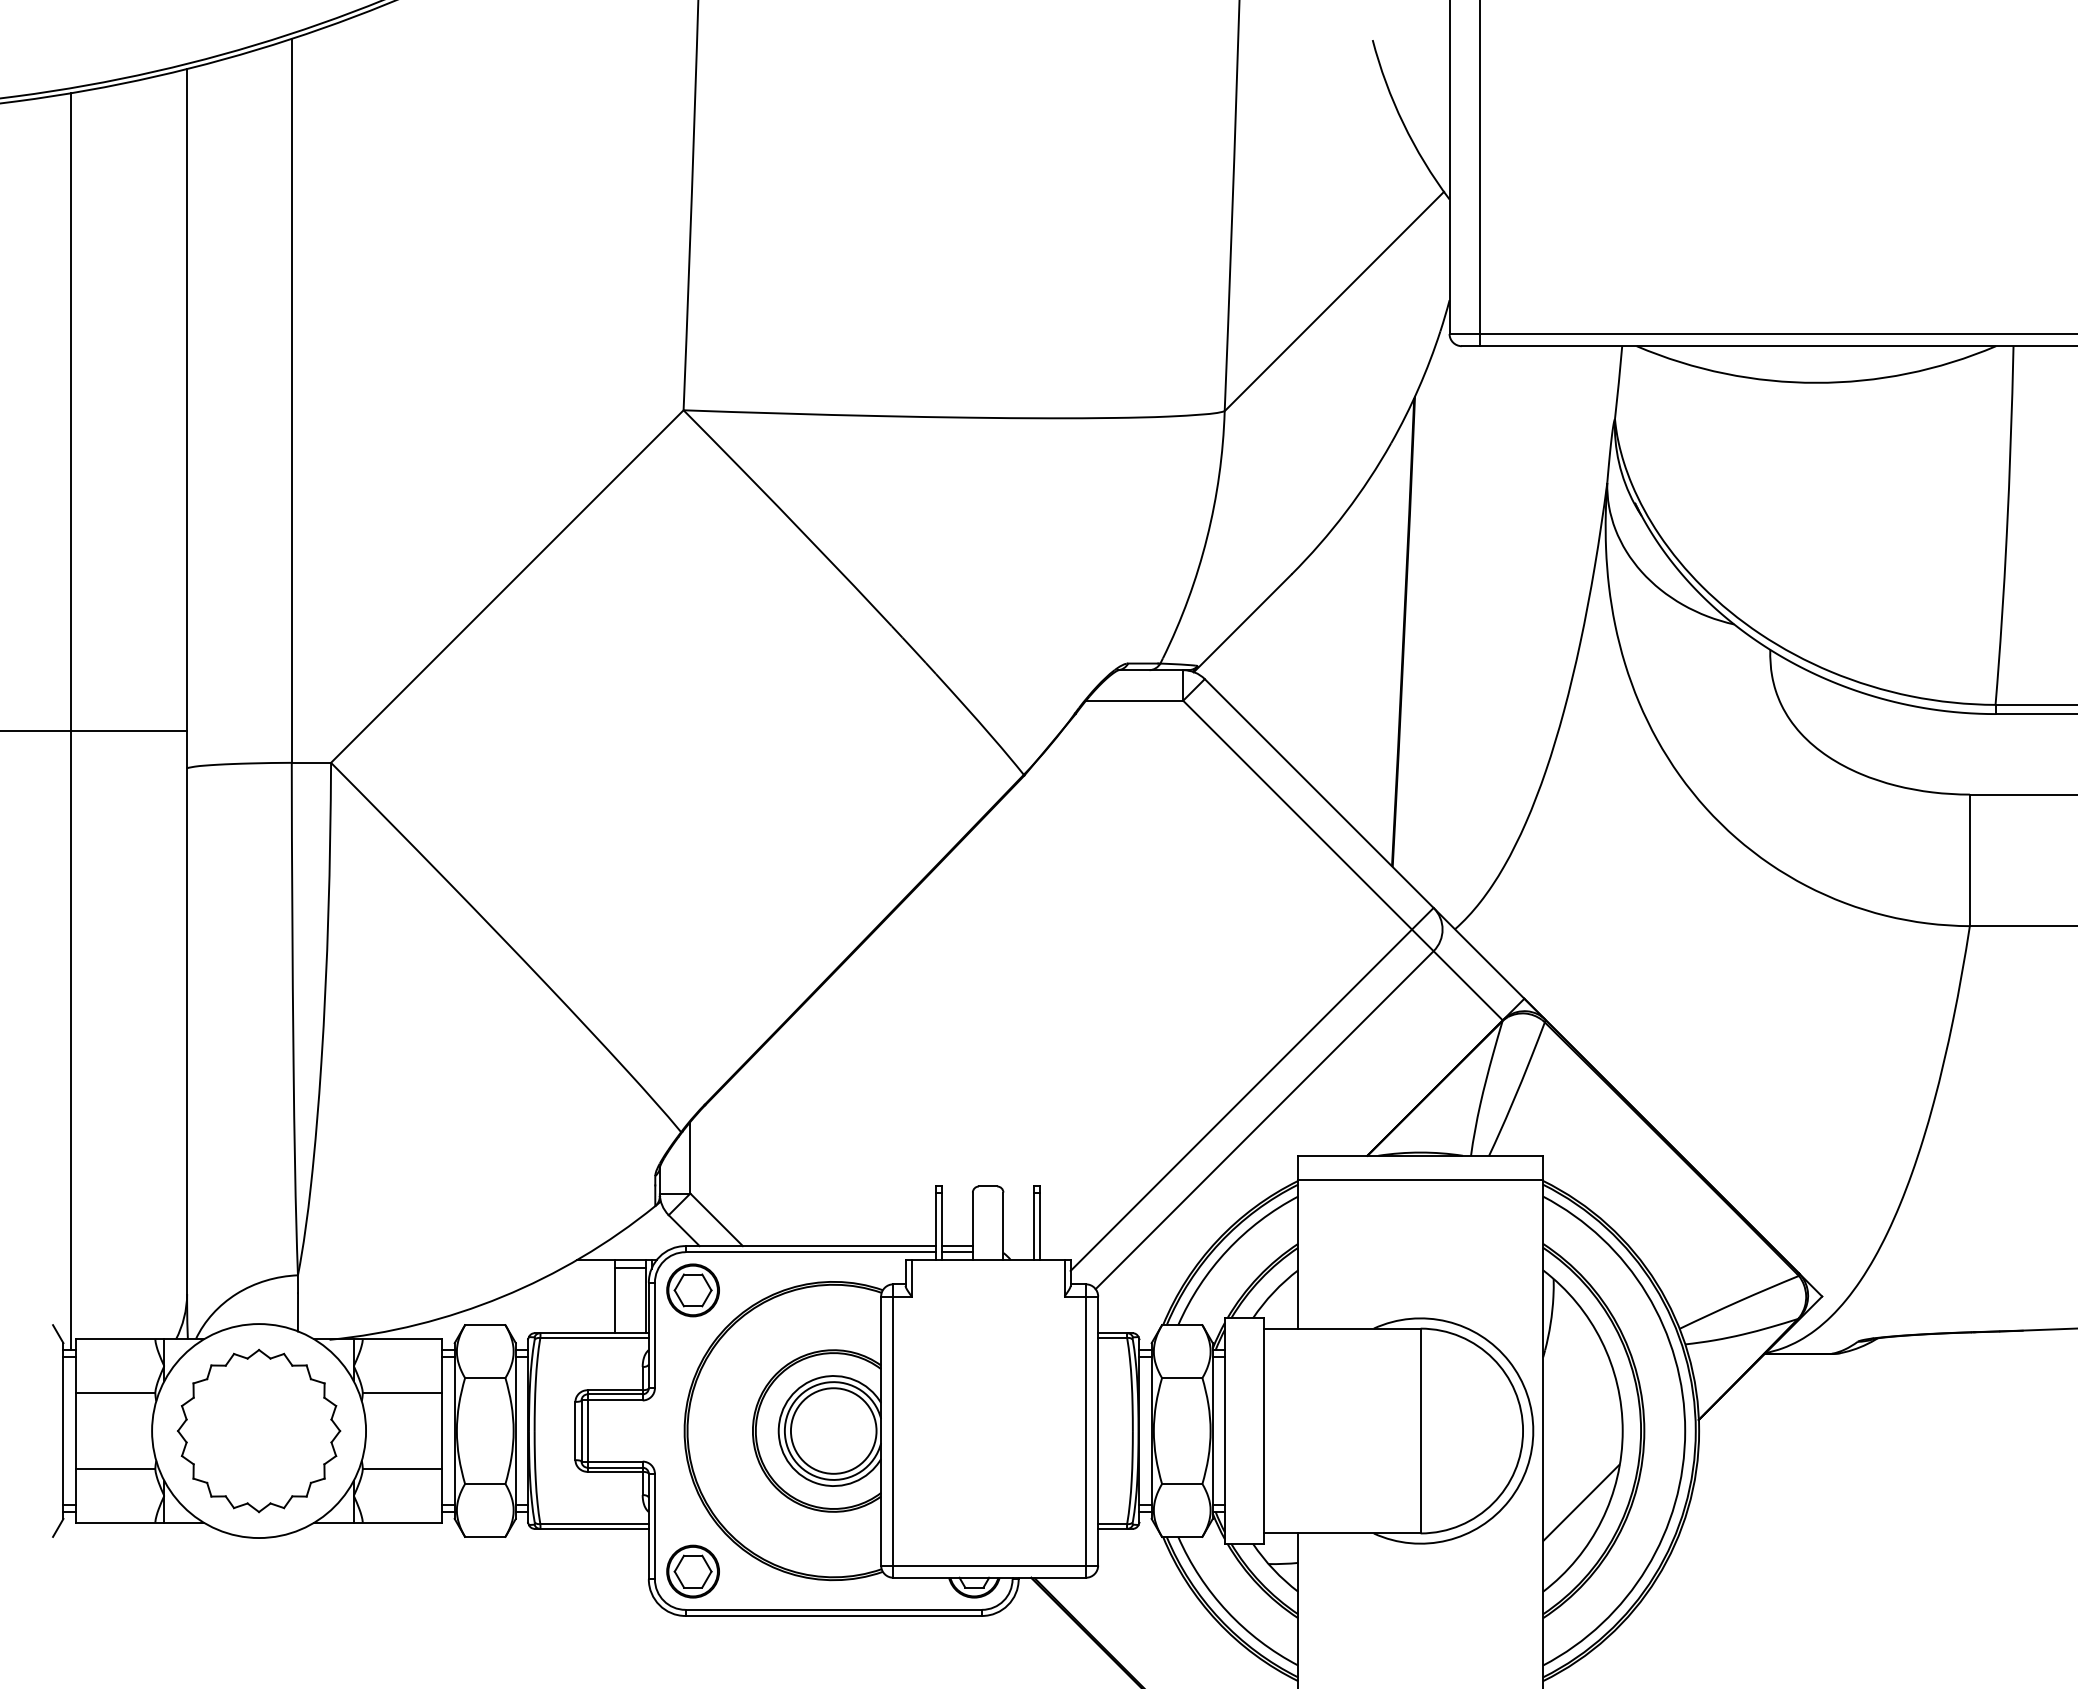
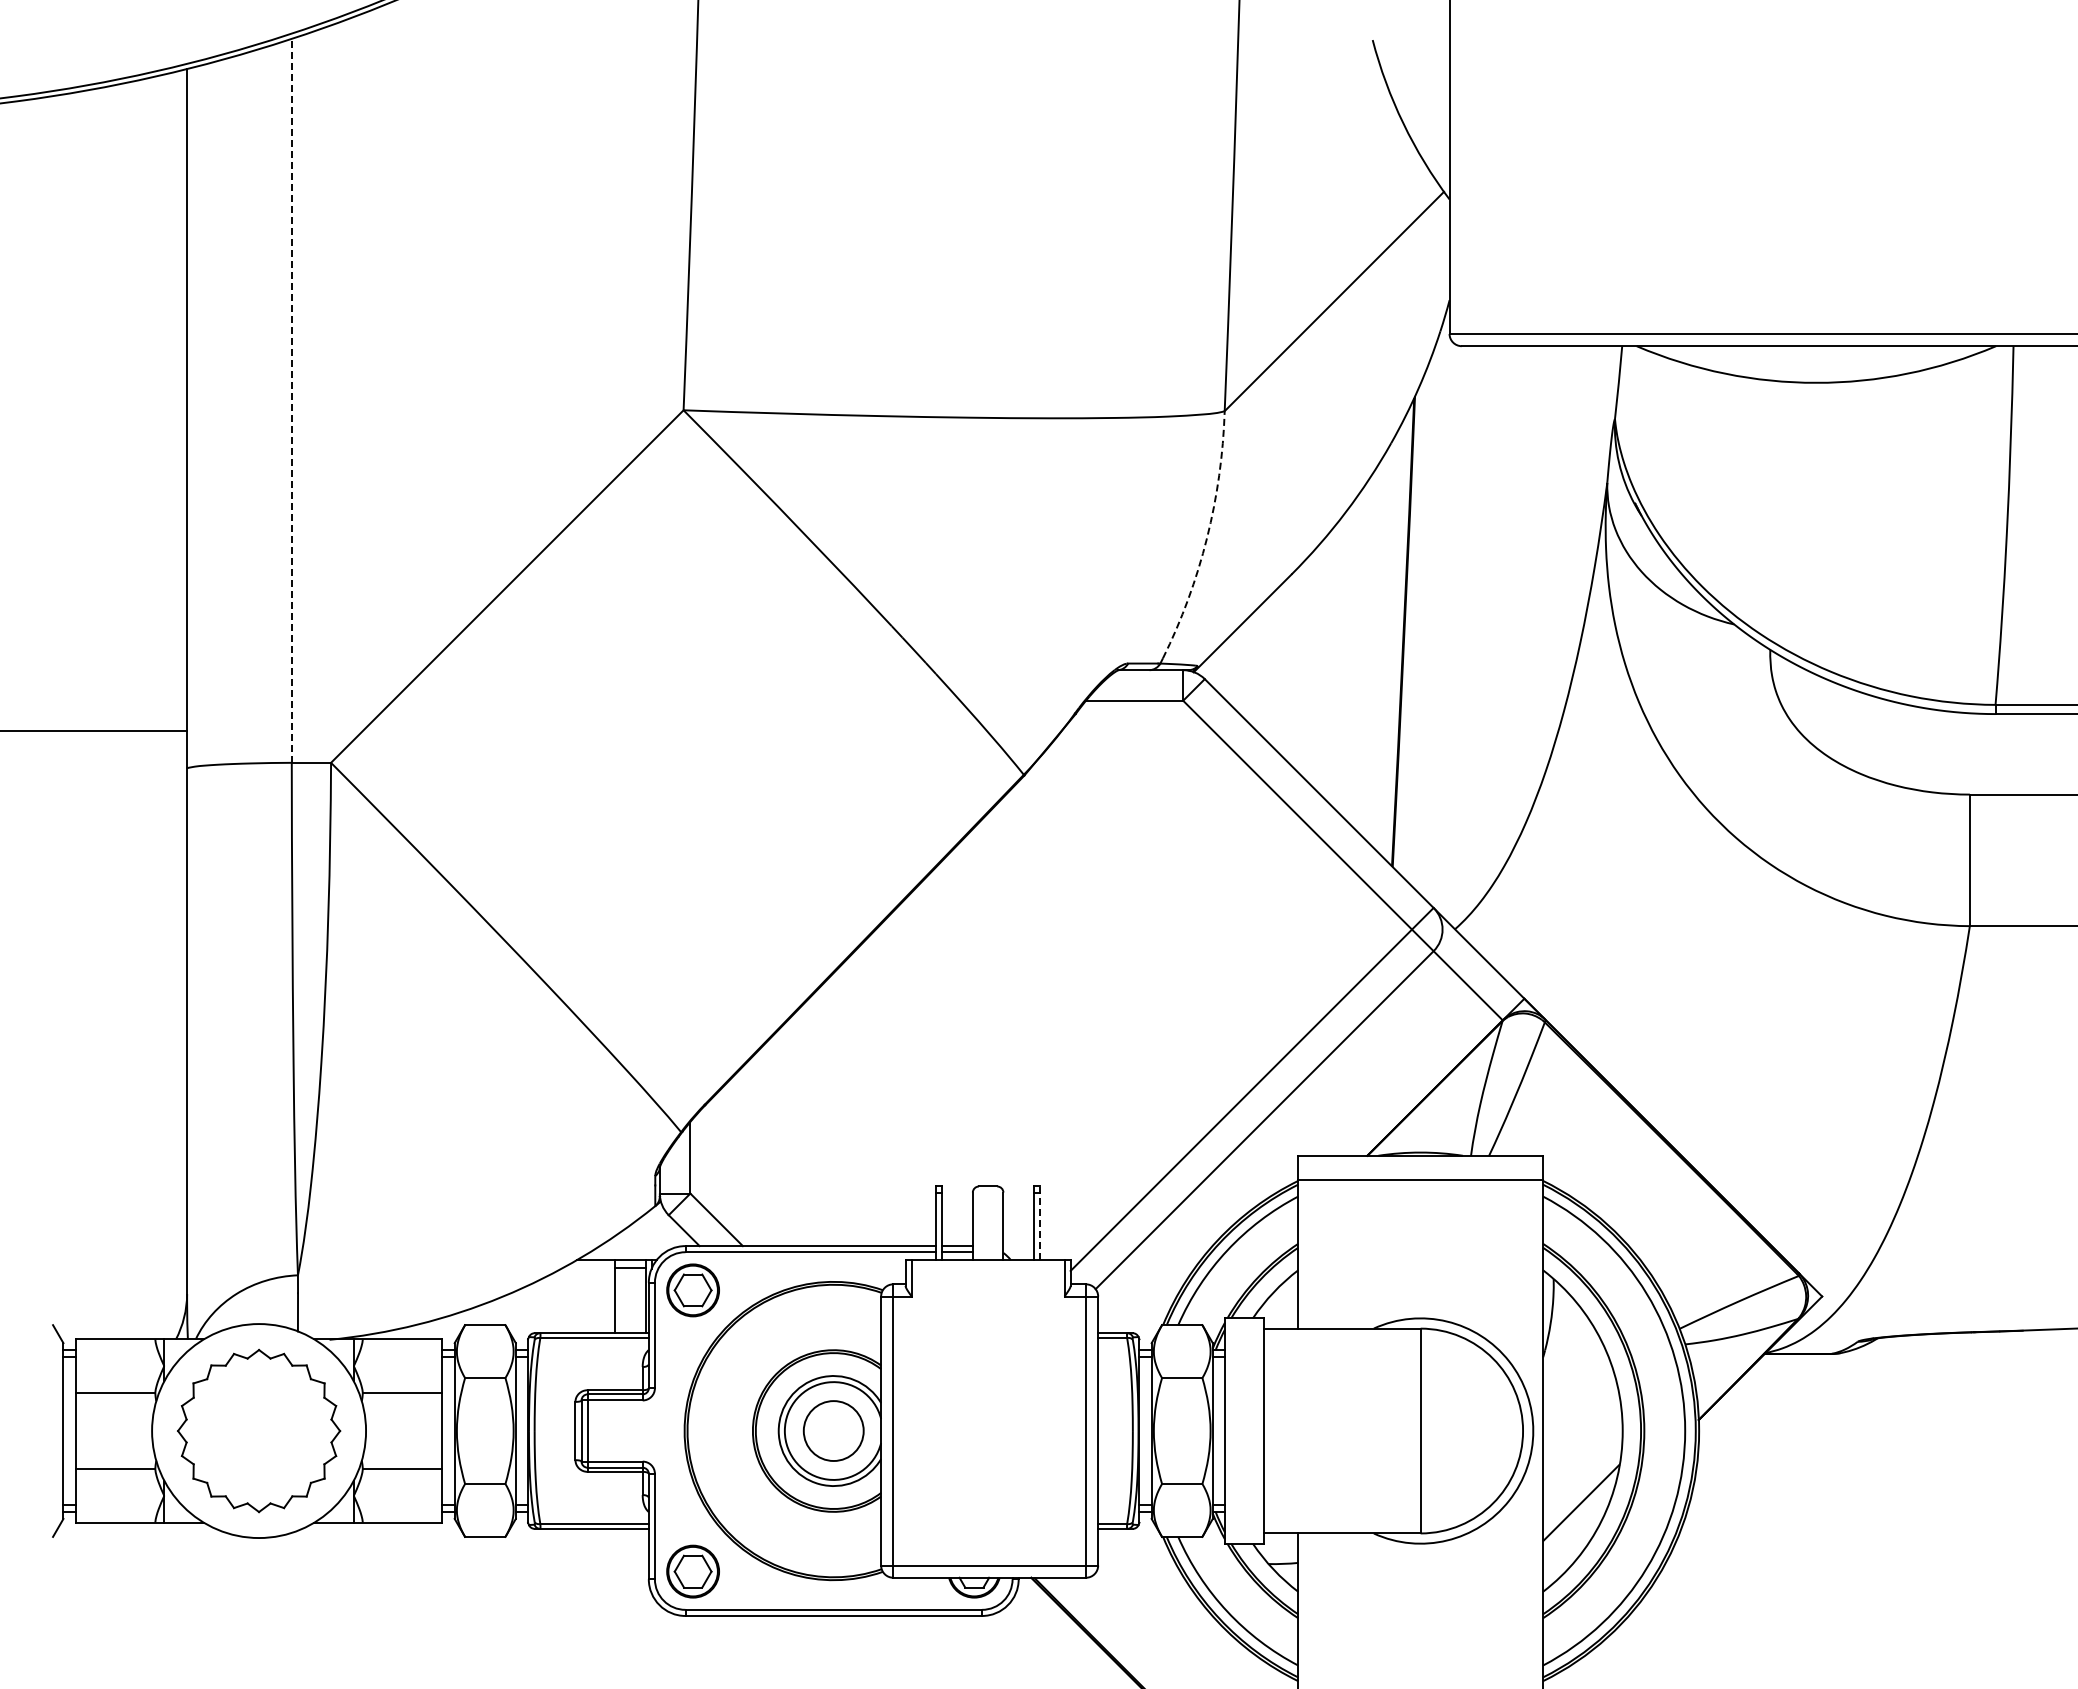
line at (1480, 174): present -> none
line at (291, 400): solid -> dashed
arc at (1207, 538): solid -> dashed
line at (70, 721): present -> none
line at (1040, 1223): solid -> dashed
circle at (833, 1430) diameter: 86 px -> 60 px
